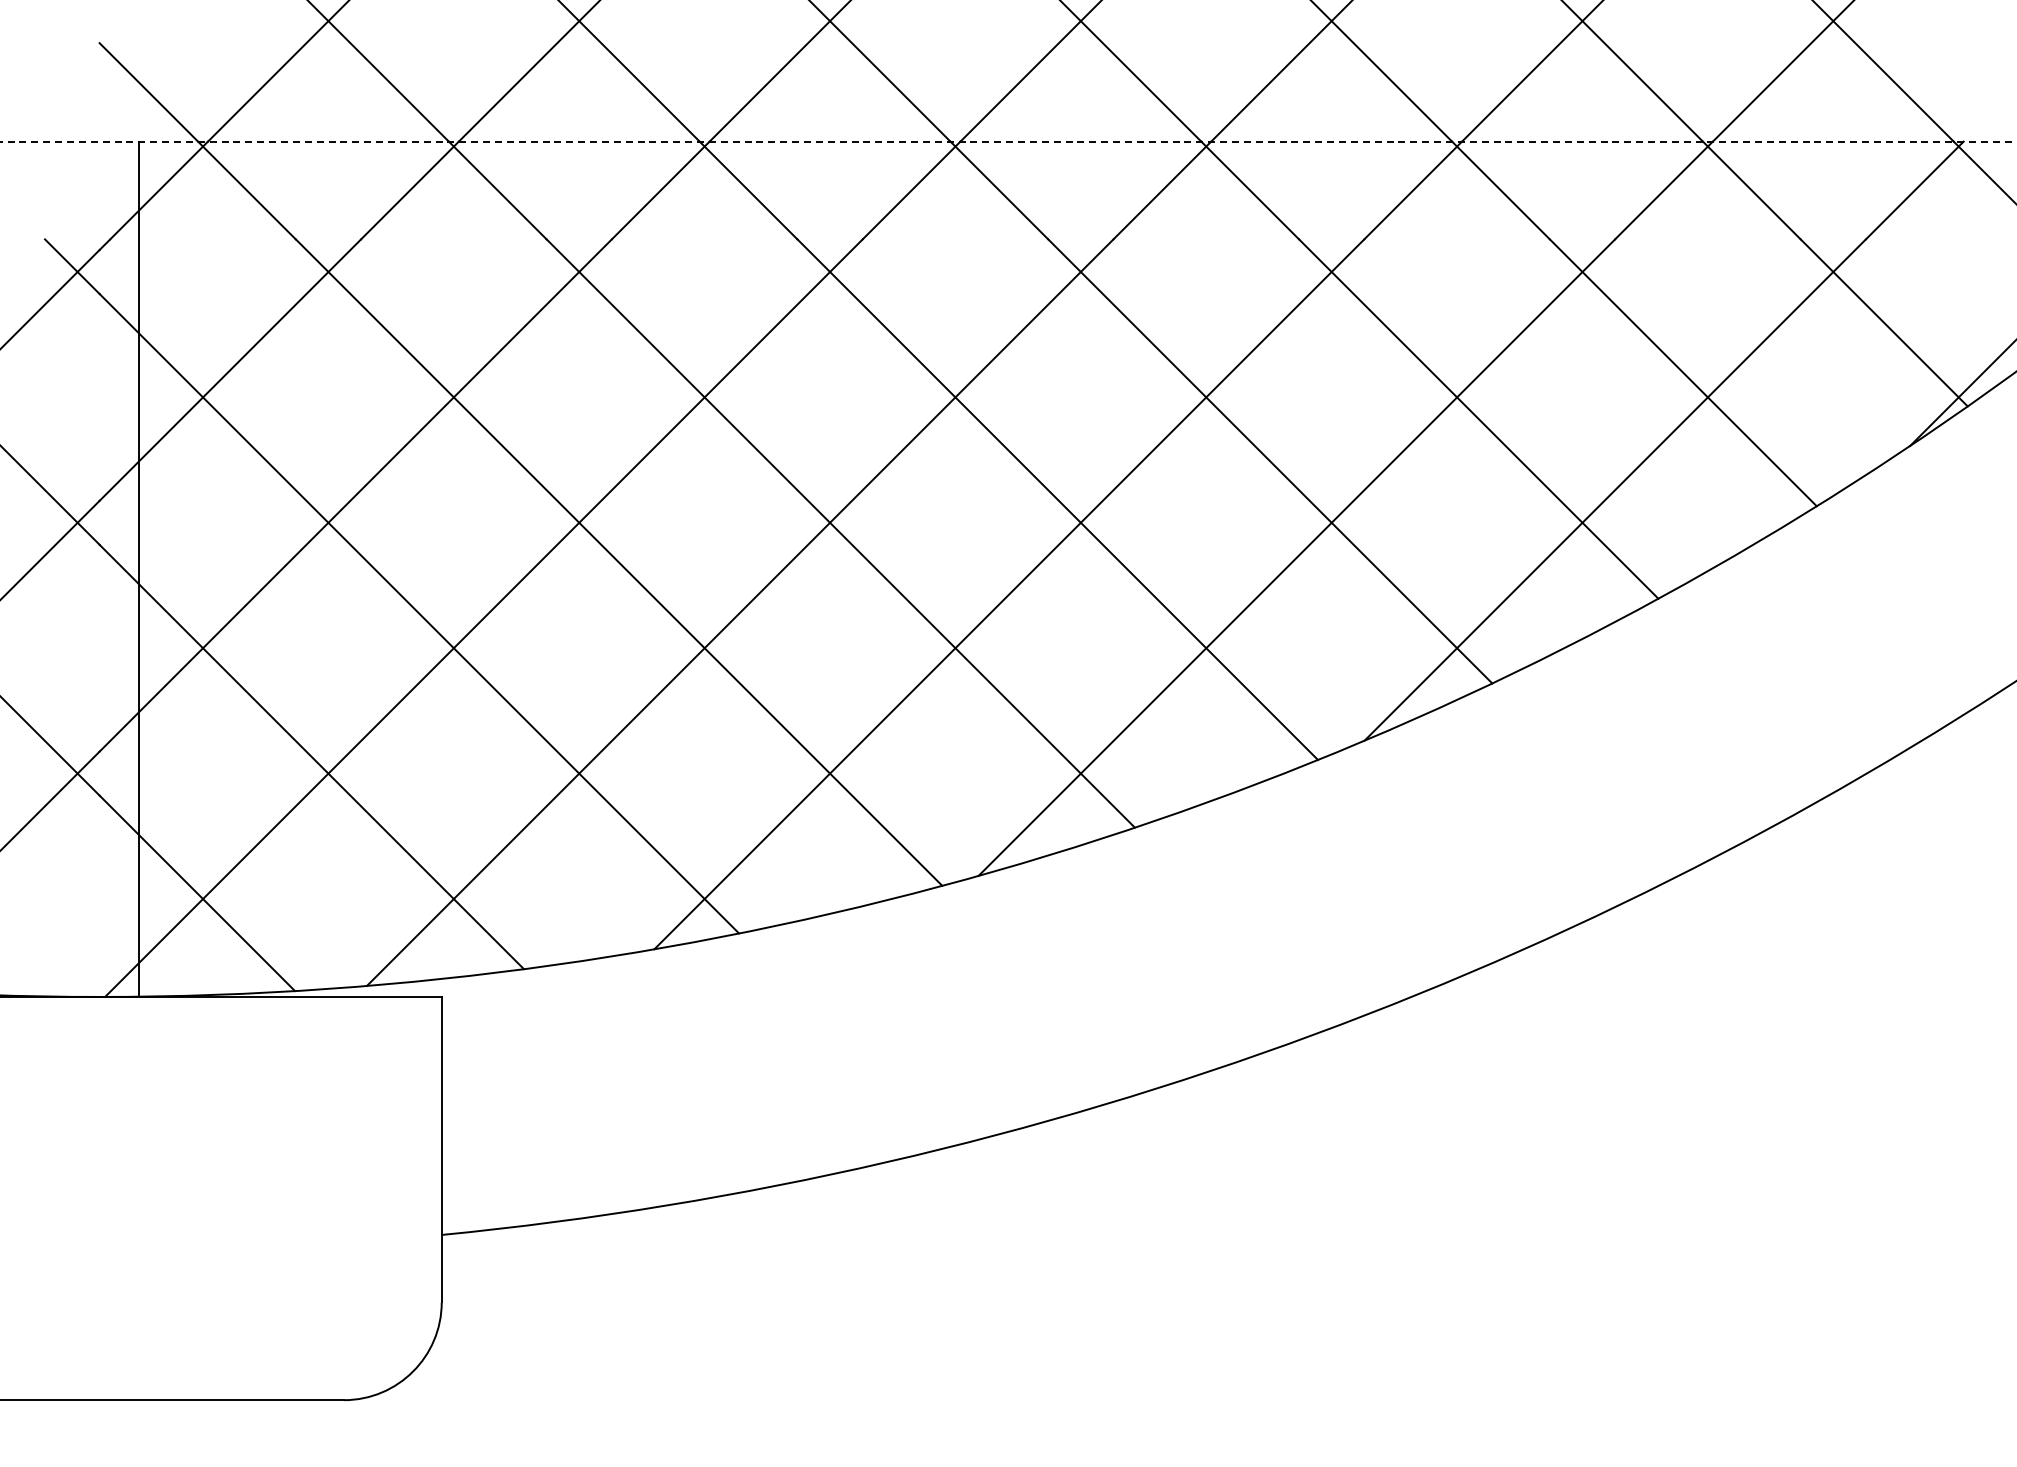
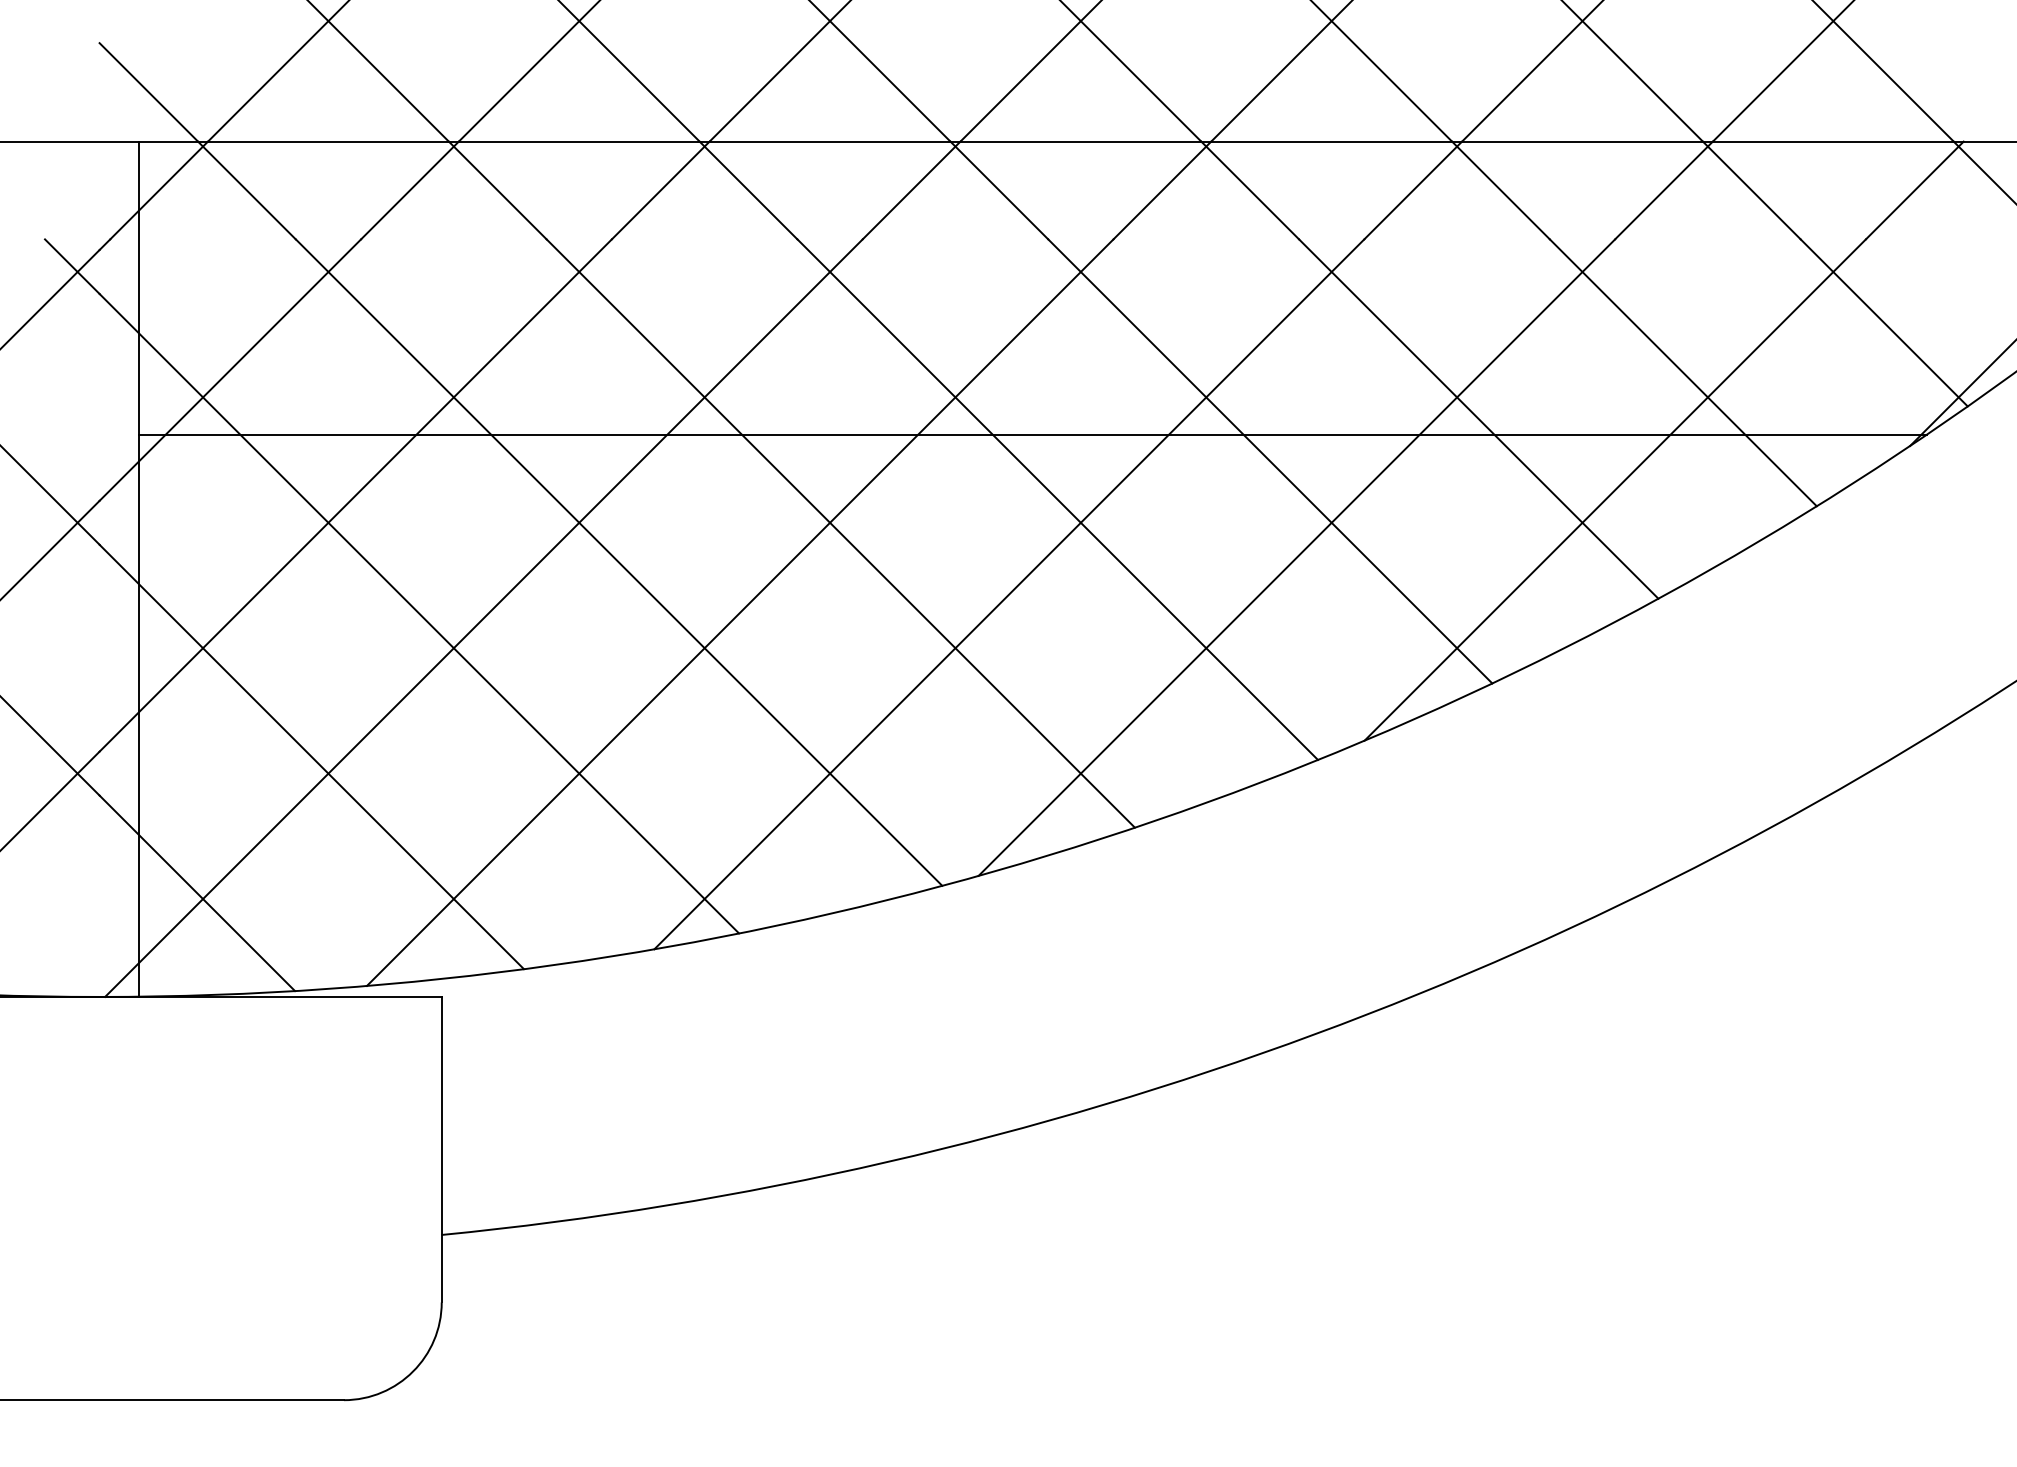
line at (1008, 141): dashed -> solid
line at (1032, 434): none -> present
